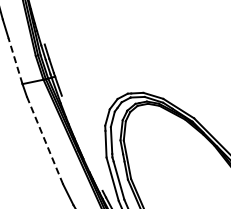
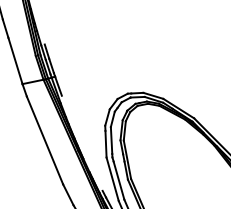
line at (15, 60): dashed -> solid
line at (44, 140): dashed -> solid
